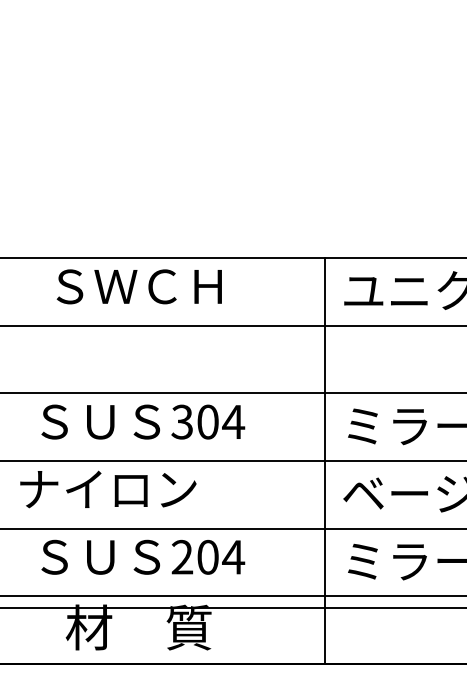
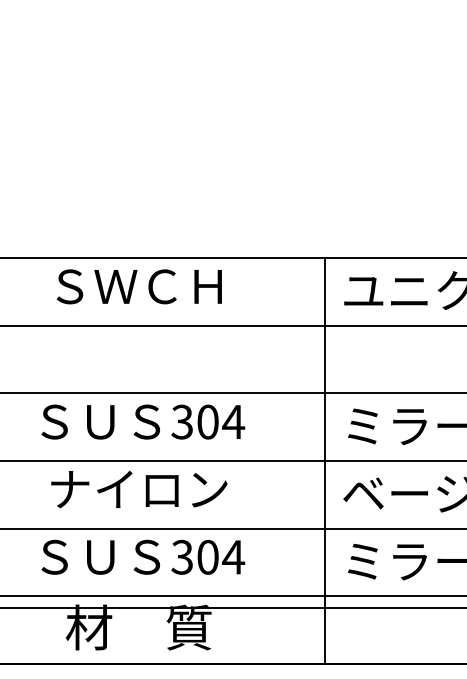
text at (108, 489) position: (108, 489) -> (139, 489)
text at (182, 557): 204 -> 304
